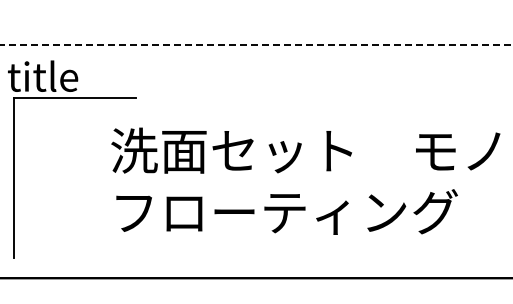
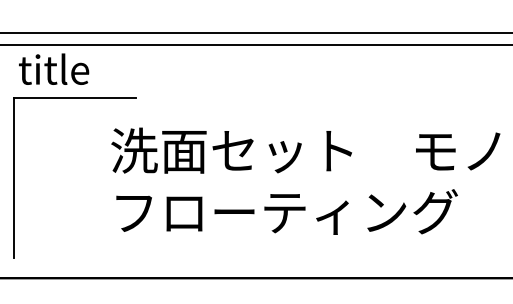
line at (255, 33): none -> present
line at (256, 45): dashed -> solid
text at (43, 75) position: (43, 75) -> (54, 68)
